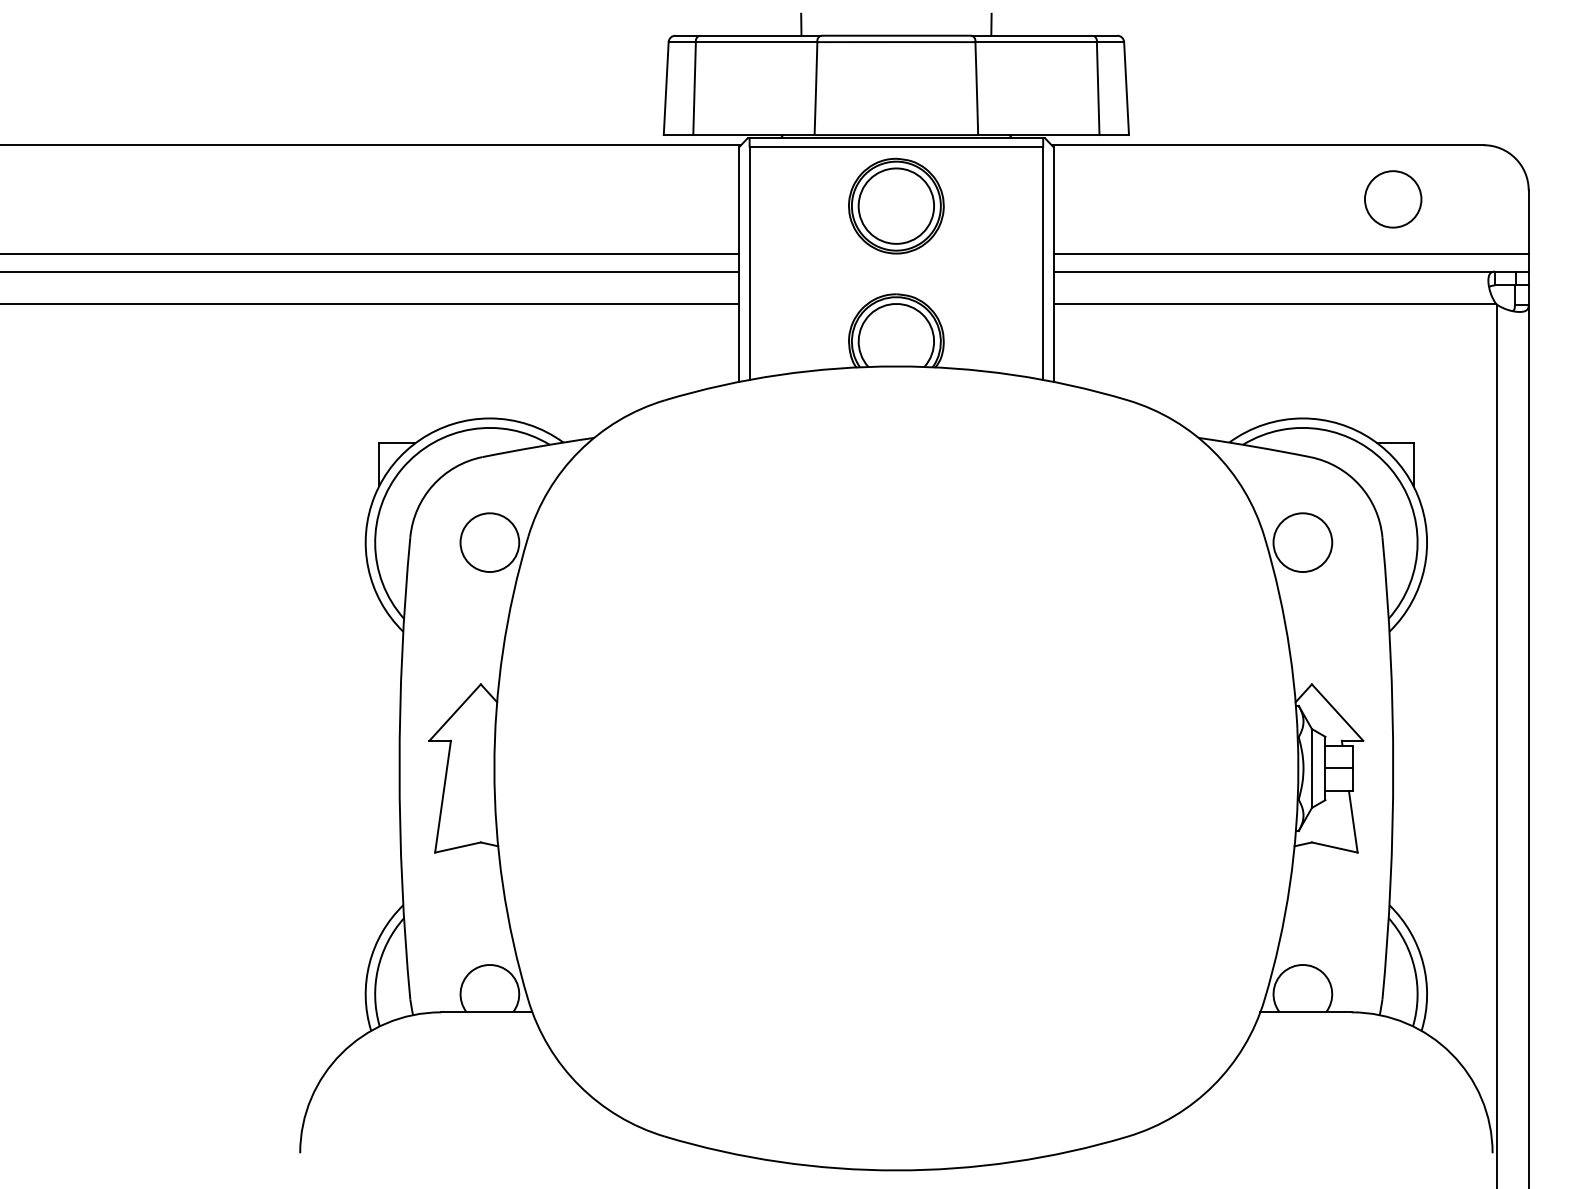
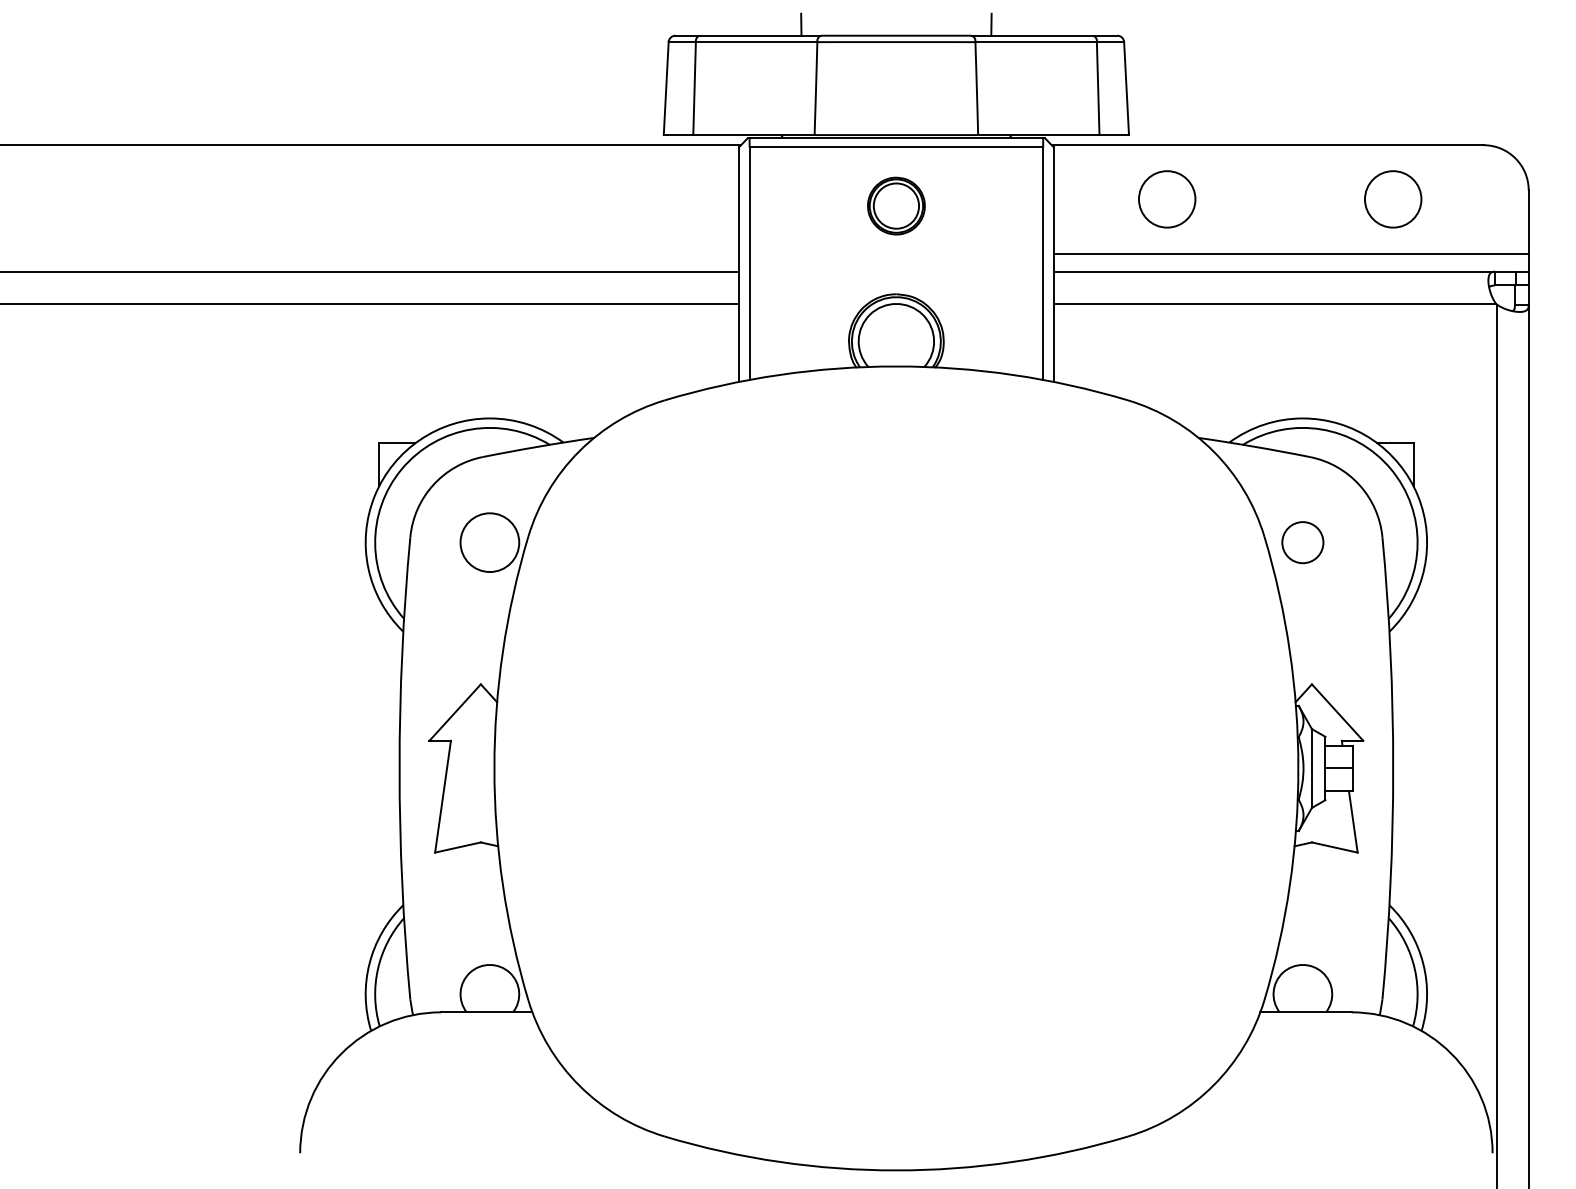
circle at (1167, 199): none -> present
part at (896, 205) size: 97x98 px -> 59x60 px
line at (370, 253): present -> none
circle at (1302, 542) diameter: 59 px -> 41 px
